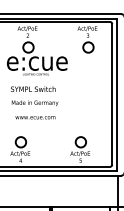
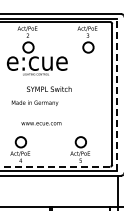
text at (33, 88) position: (33, 88) -> (49, 88)
line at (117, 94): solid -> dashed
text at (35, 117) position: (35, 117) -> (41, 123)
line at (55, 166): solid -> dashed
